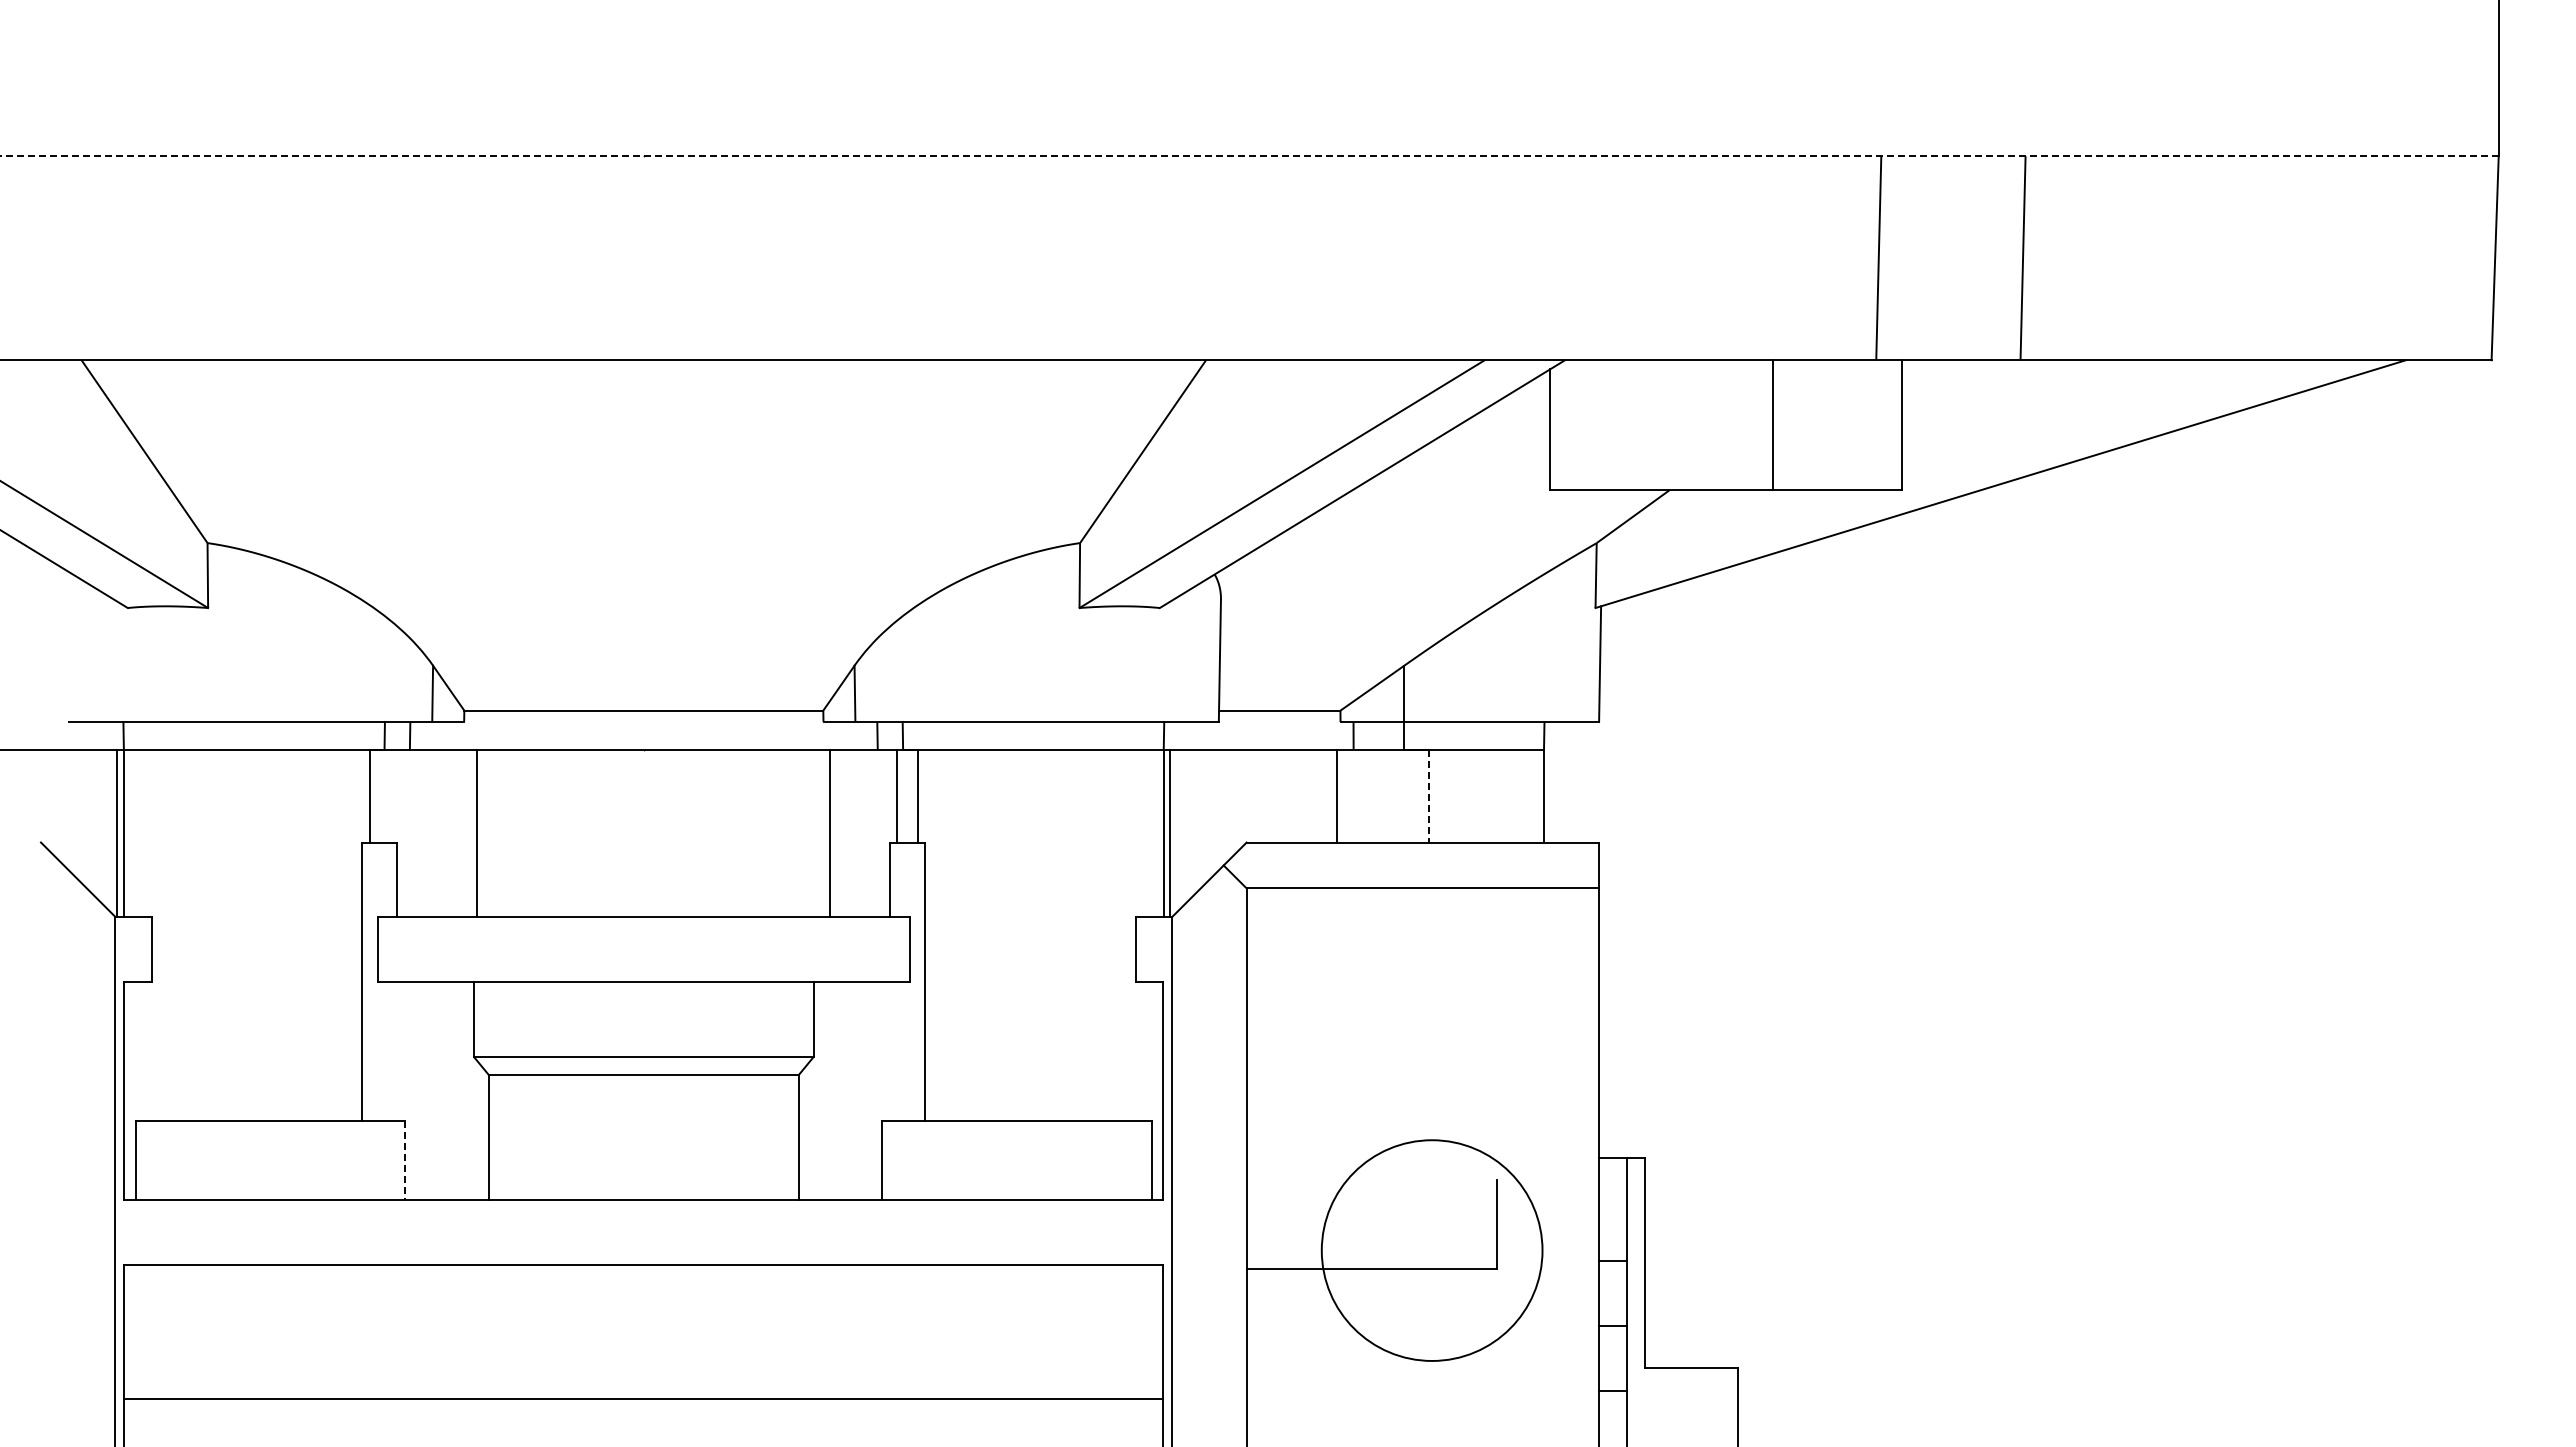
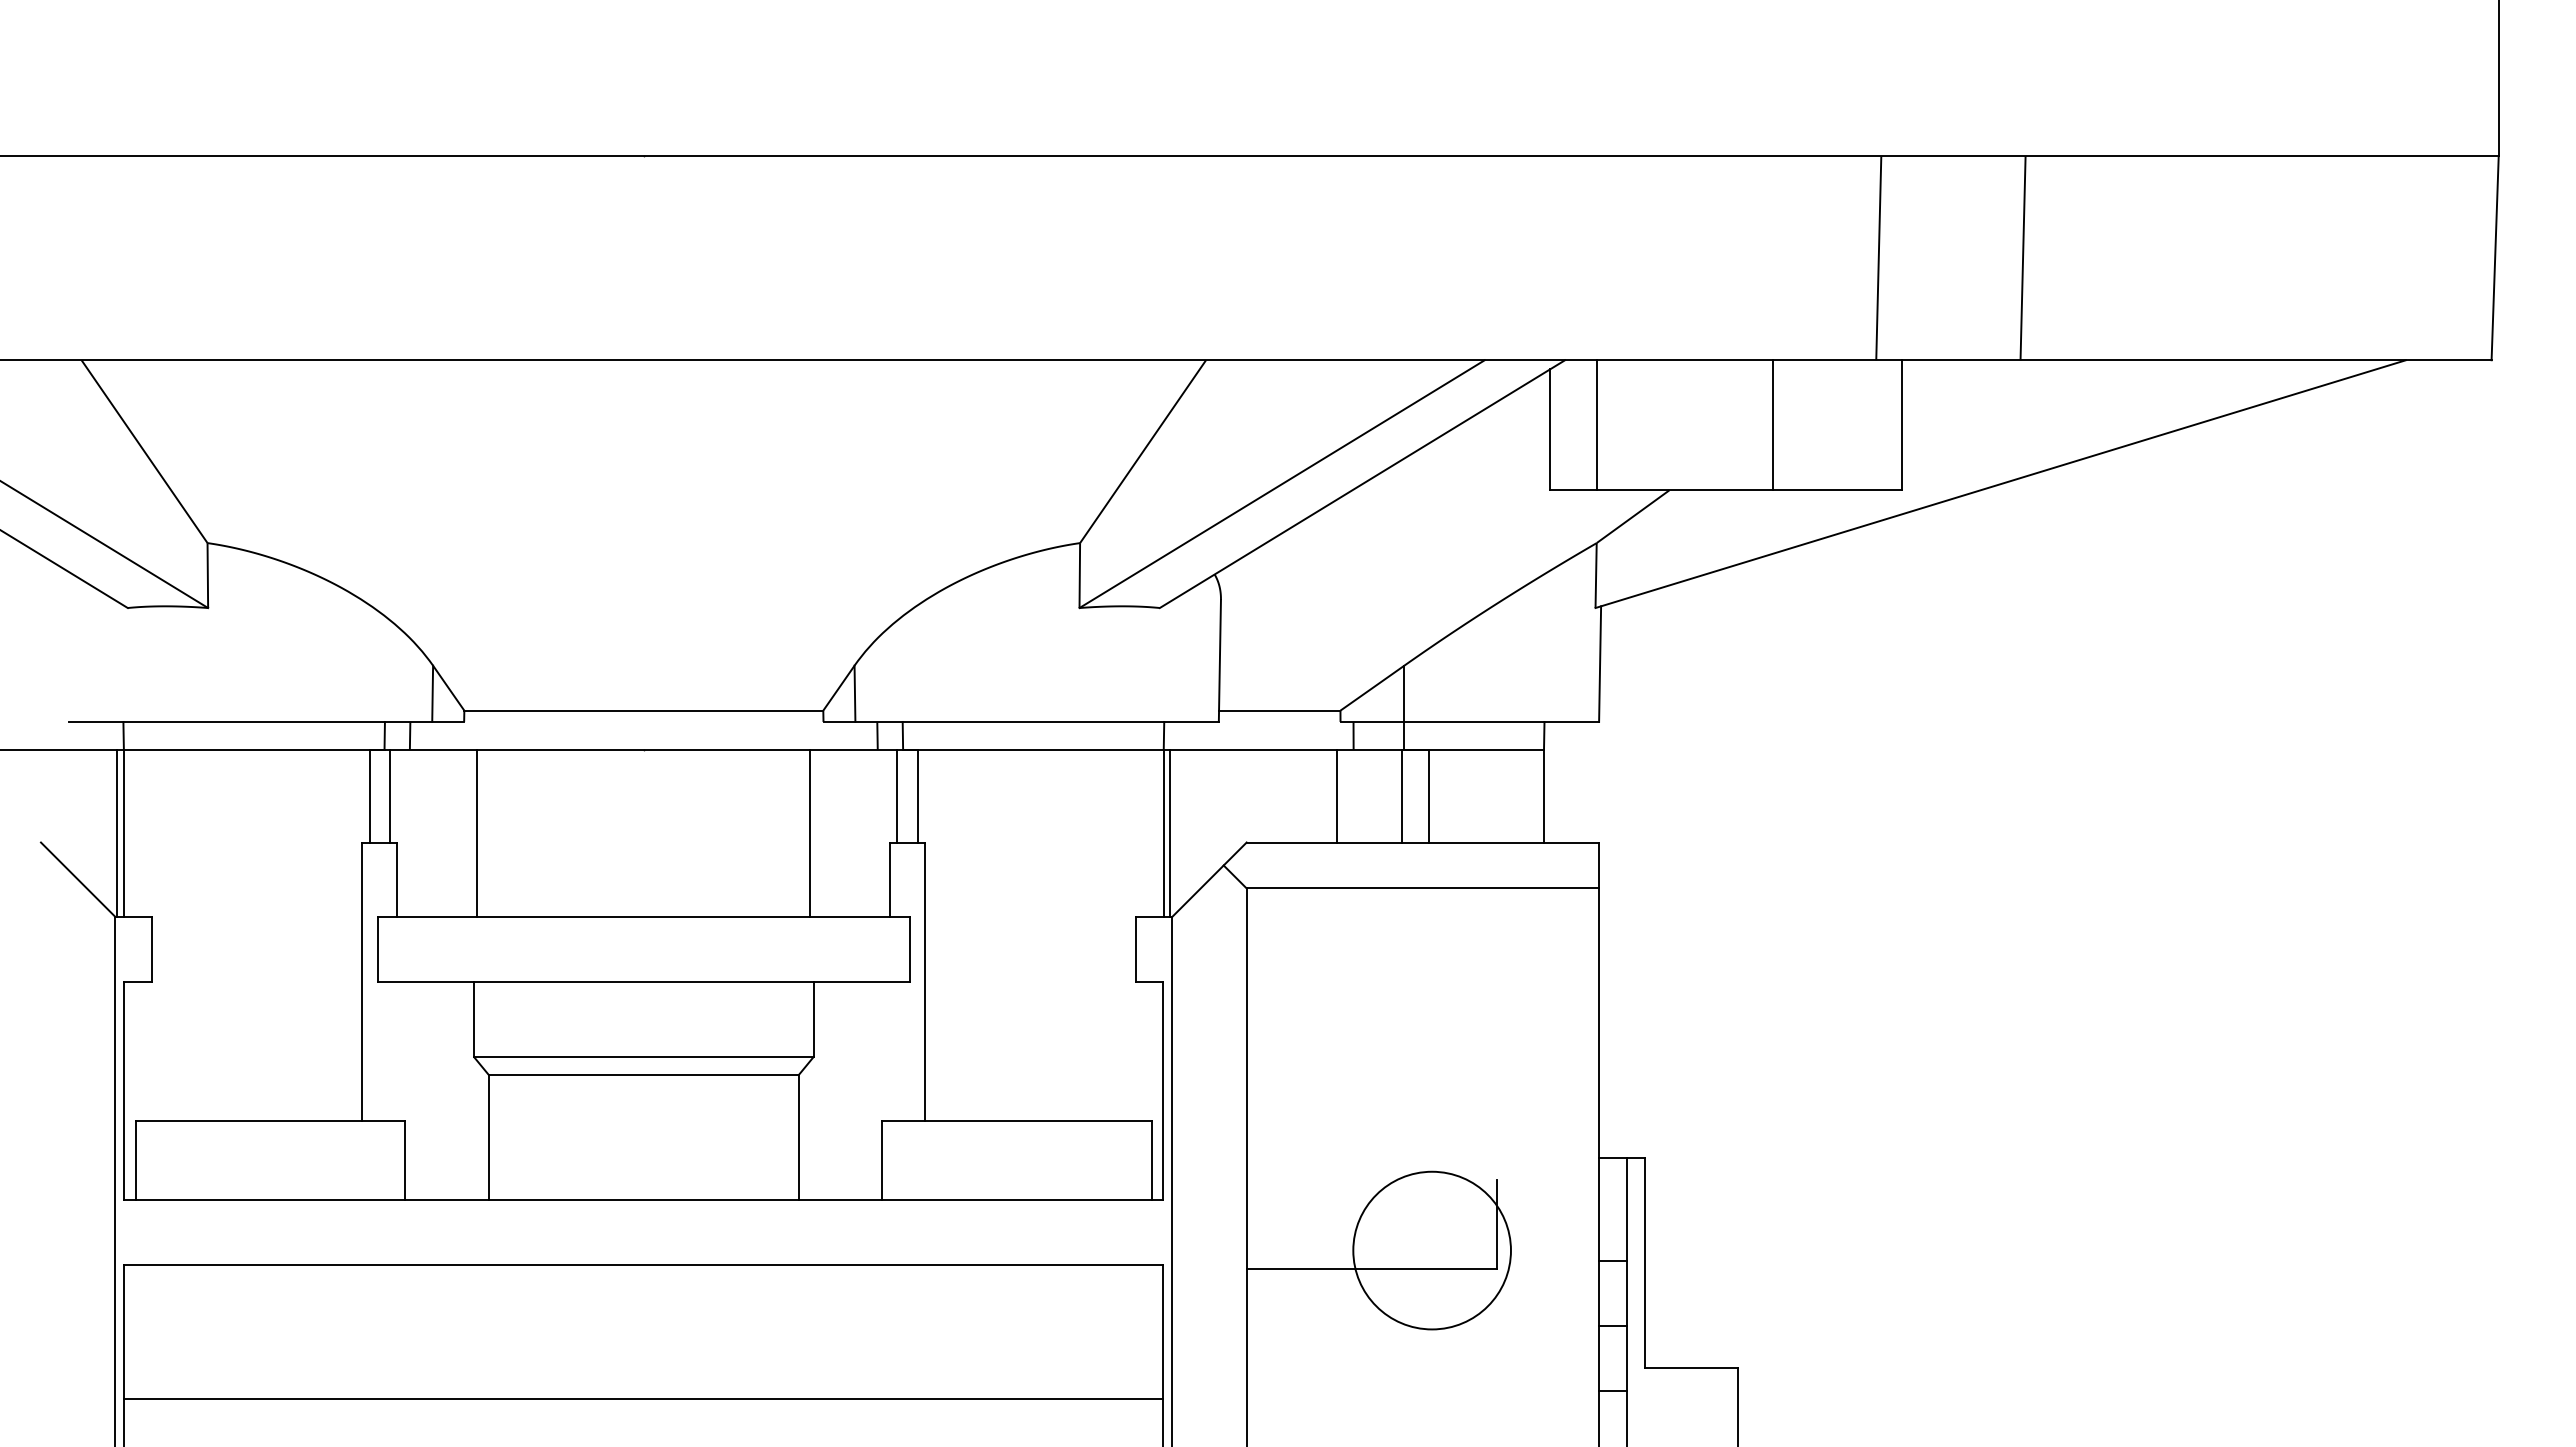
line at (1249, 156): dashed -> solid
line at (1597, 425): none -> present
line at (390, 795): none -> present
line at (1401, 795): none -> present
line at (1429, 796): dashed -> solid
line at (830, 832) position: (830, 832) -> (810, 832)
line at (405, 1160): dashed -> solid
circle at (1431, 1250) diameter: 221 px -> 158 px
